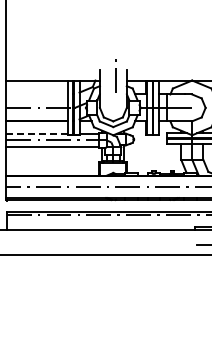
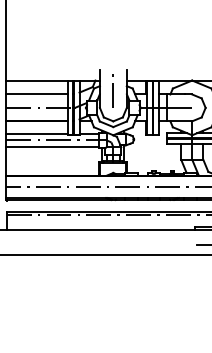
line at (115, 75) position: (115, 75) -> (112, 90)
line at (36, 94): none -> present
line at (37, 134): dashed -> solid
